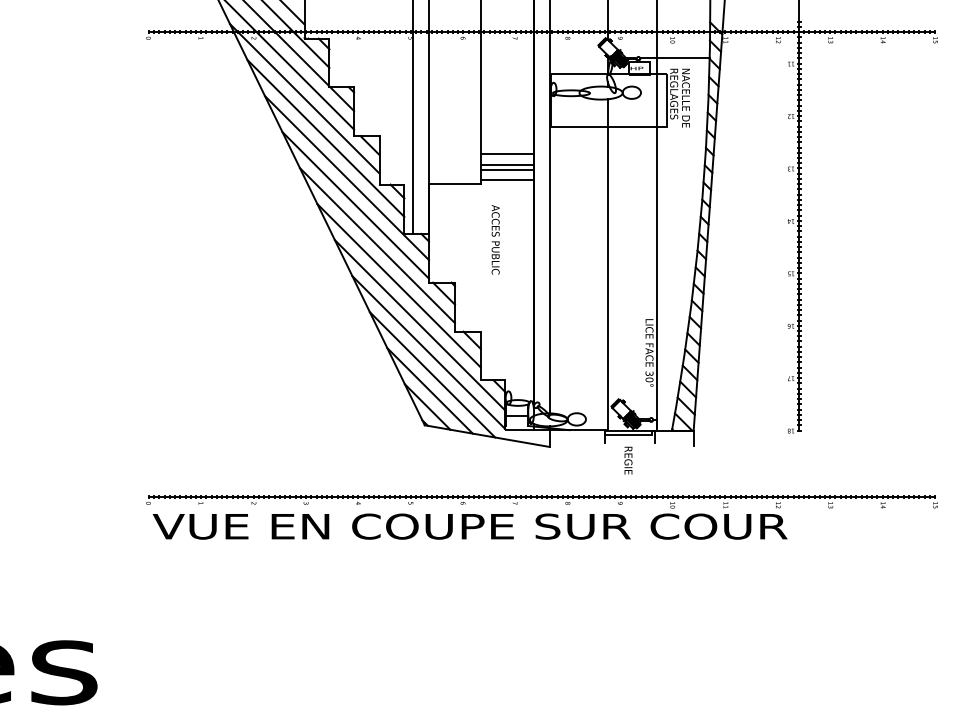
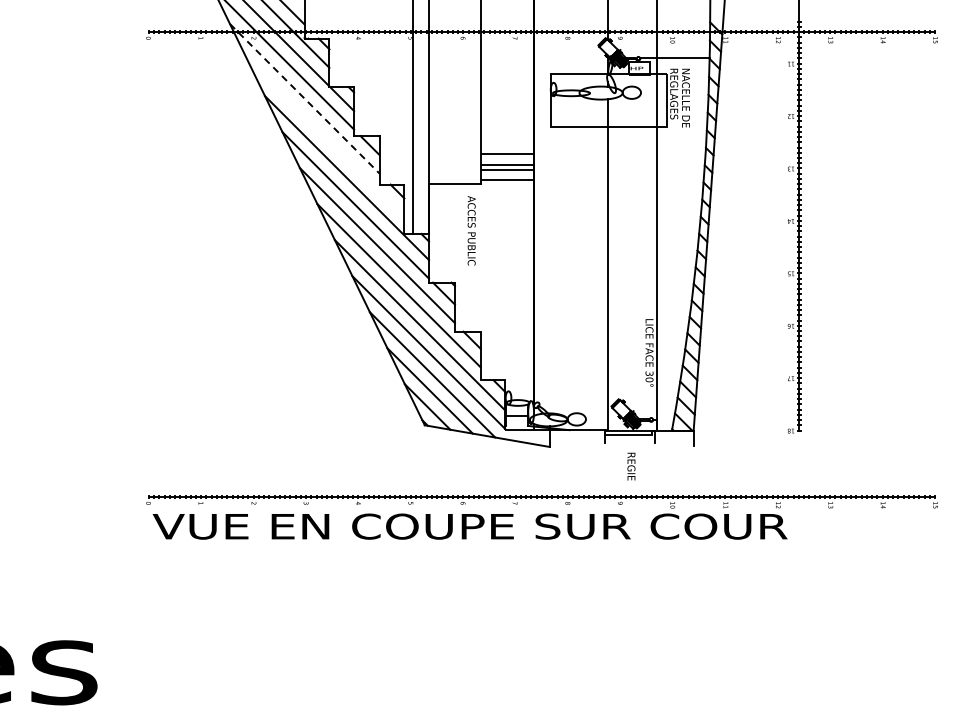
line at (304, 98): solid -> dashed
line at (325, 138): present -> none
line at (549, 207): present -> none
text at (495, 239) position: (495, 239) -> (471, 230)
text at (628, 460) position: (628, 460) -> (631, 466)
